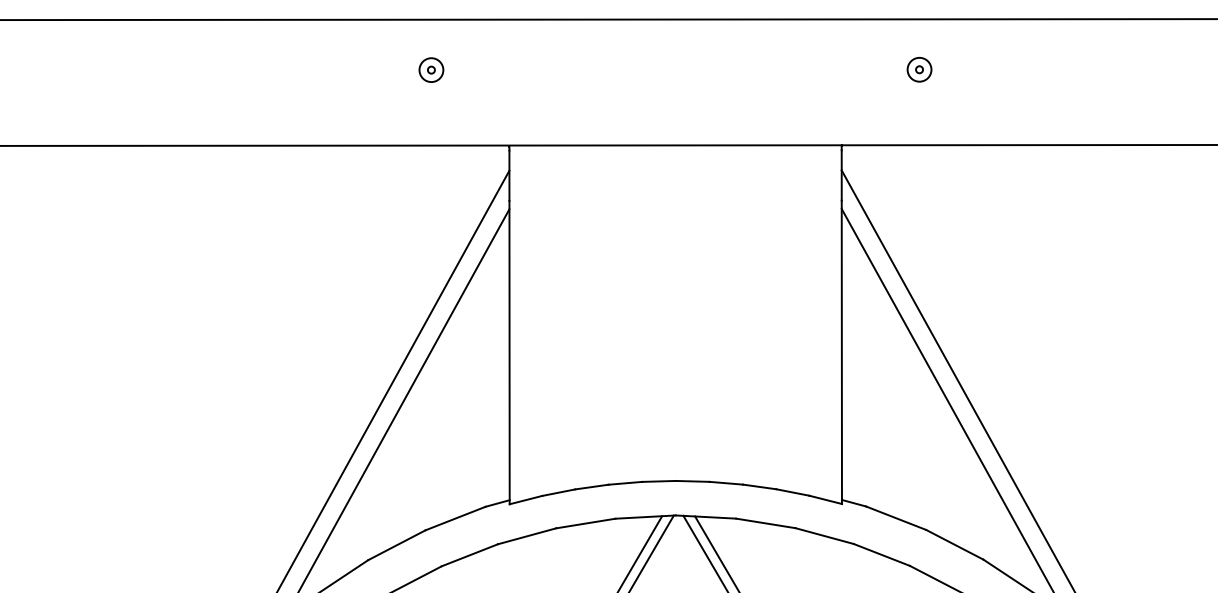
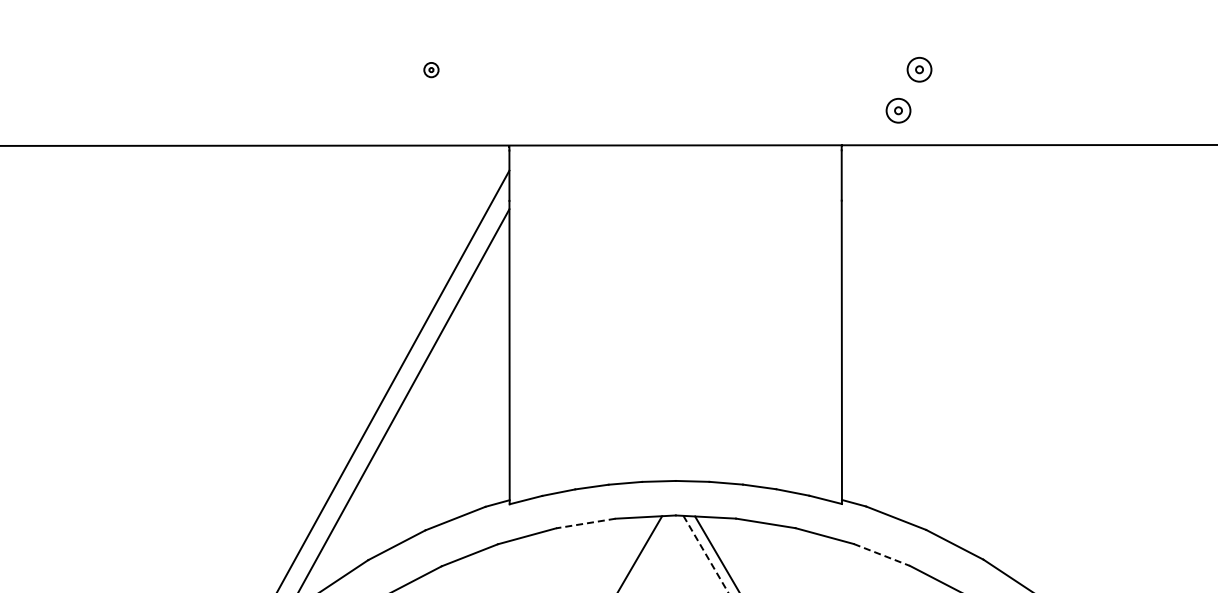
line at (608, 19): present -> none
part at (431, 69) size: 27x26 px -> 17x17 px
part at (898, 110): none -> present
line at (957, 379): present -> none
line at (946, 398): present -> none
line at (585, 523): solid -> dashed
line at (651, 552): present -> none
line at (706, 554): solid -> dashed
line at (882, 555): solid -> dashed
